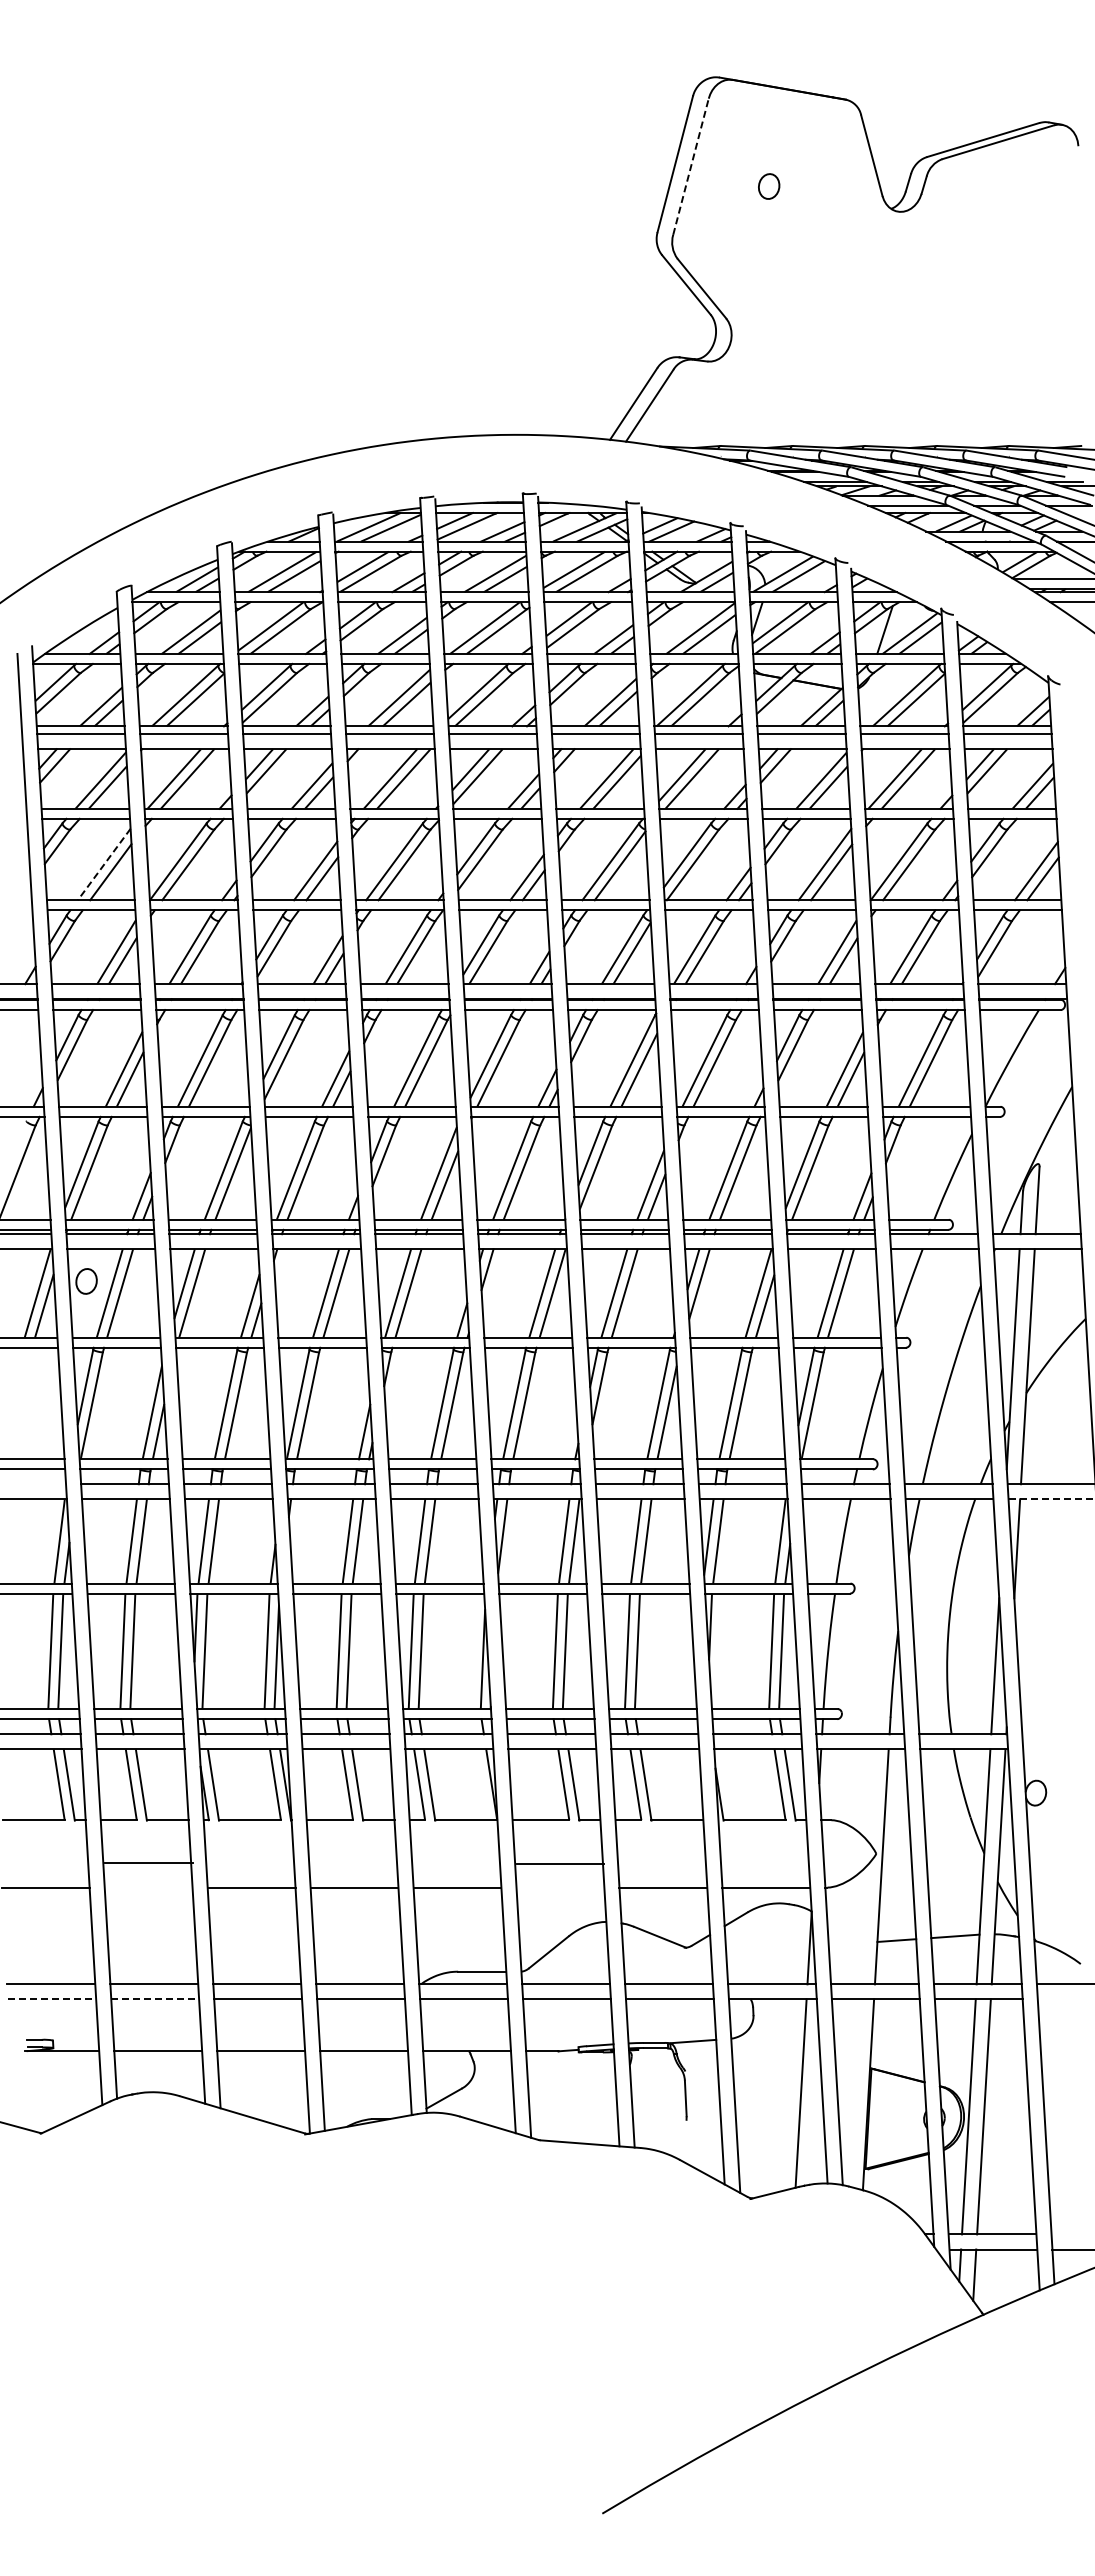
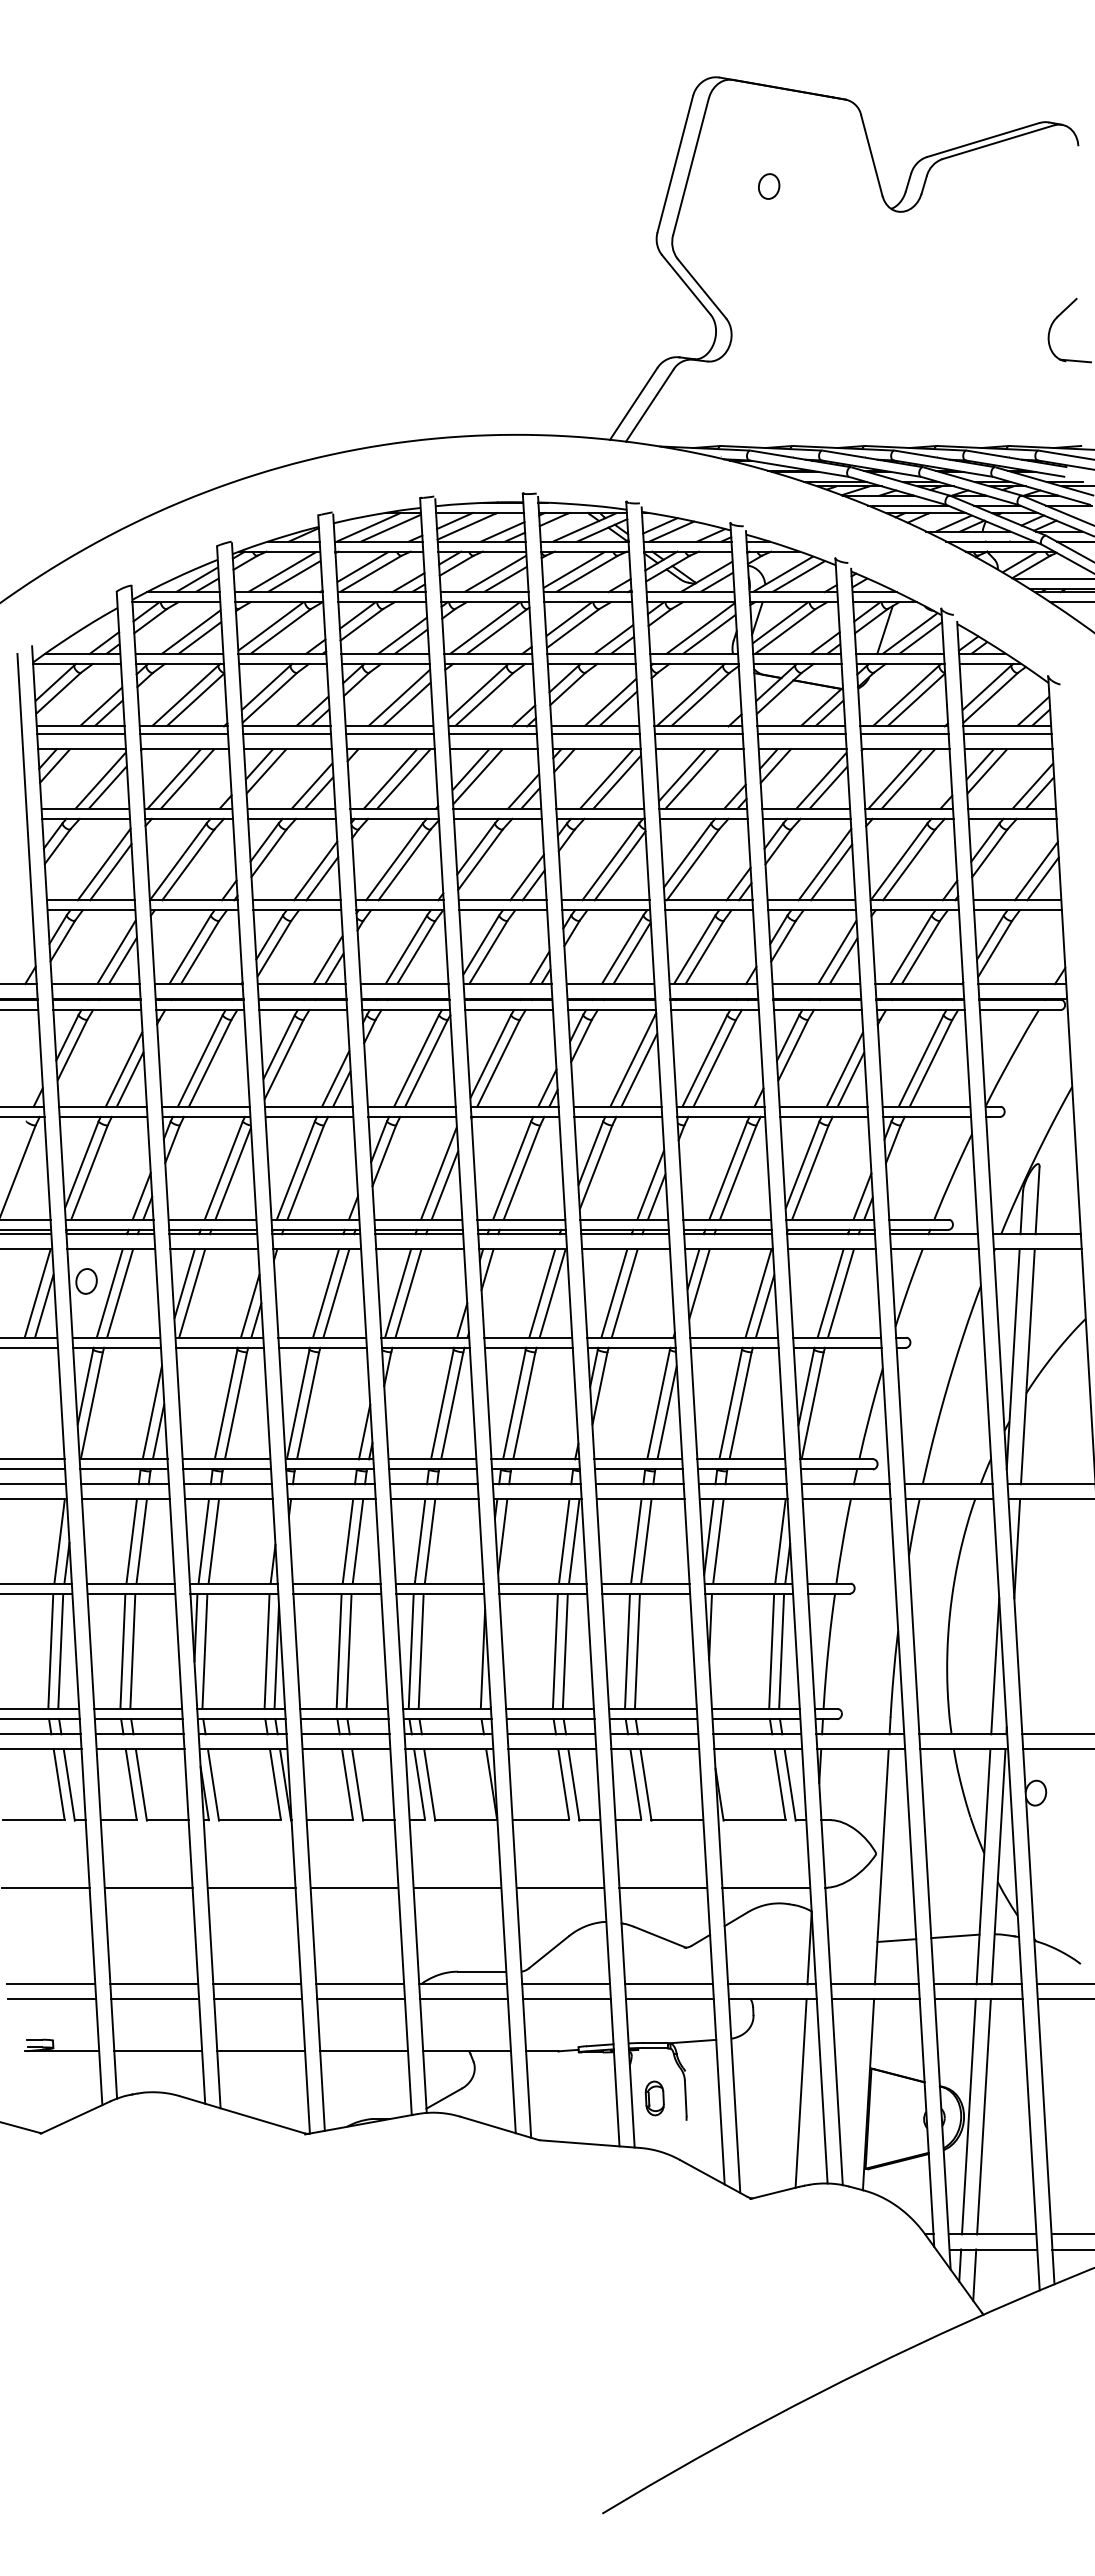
line at (691, 166): dashed -> solid
part at (1057, 318): none -> present
line at (103, 864): dashed -> solid
line at (34, 1484): none -> present
line at (1051, 1499): dashed -> solid
line at (1056, 1734): none -> present
line at (1057, 1749): none -> present
line at (148, 1862) position: (148, 1862) -> (148, 1887)
line at (560, 1863) position: (560, 1863) -> (560, 1887)
line at (52, 1999): dashed -> solid
line at (155, 1999): dashed -> solid
line at (1064, 1999): none -> present
part at (654, 2098): none -> present
line at (1071, 2234): none -> present
